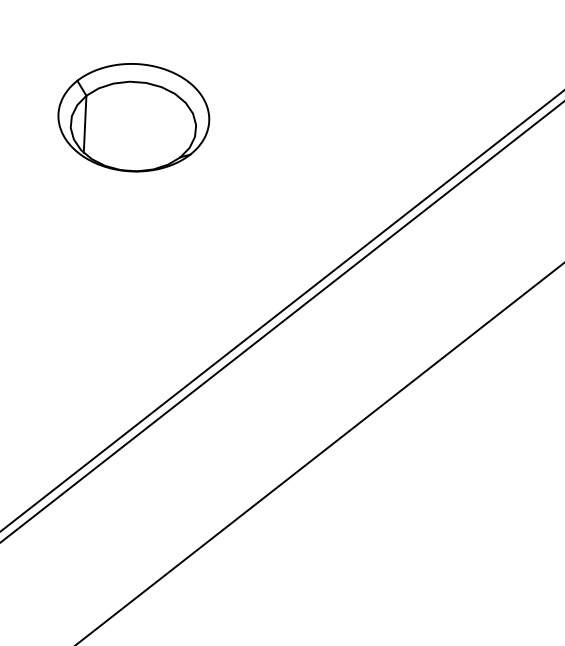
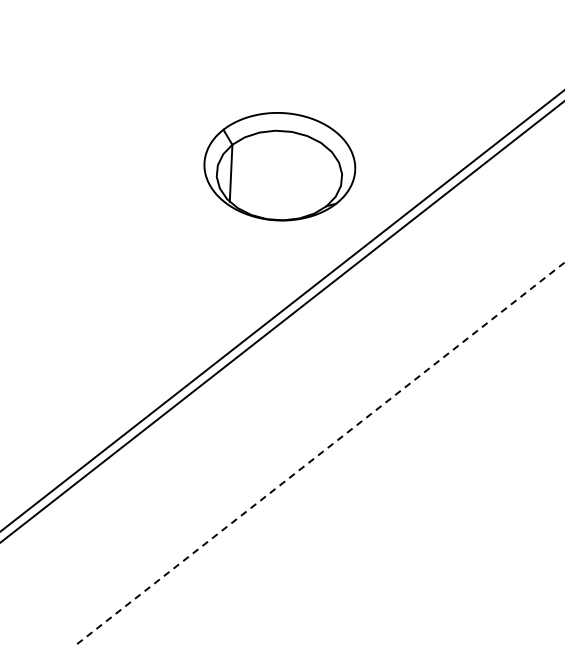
part at (133, 117) position: (133, 117) -> (279, 166)
line at (319, 454): solid -> dashed
